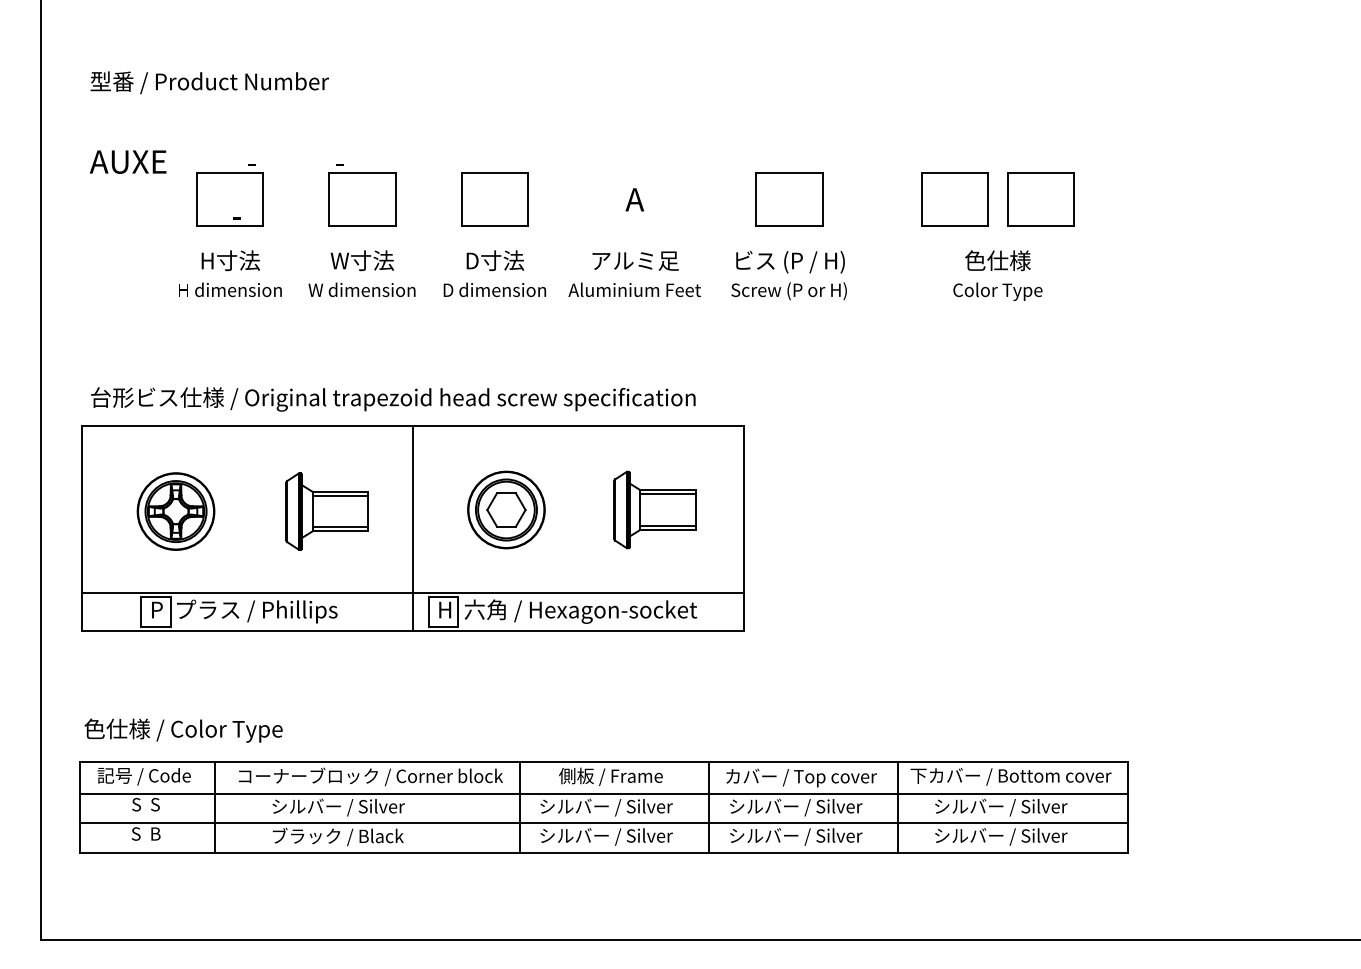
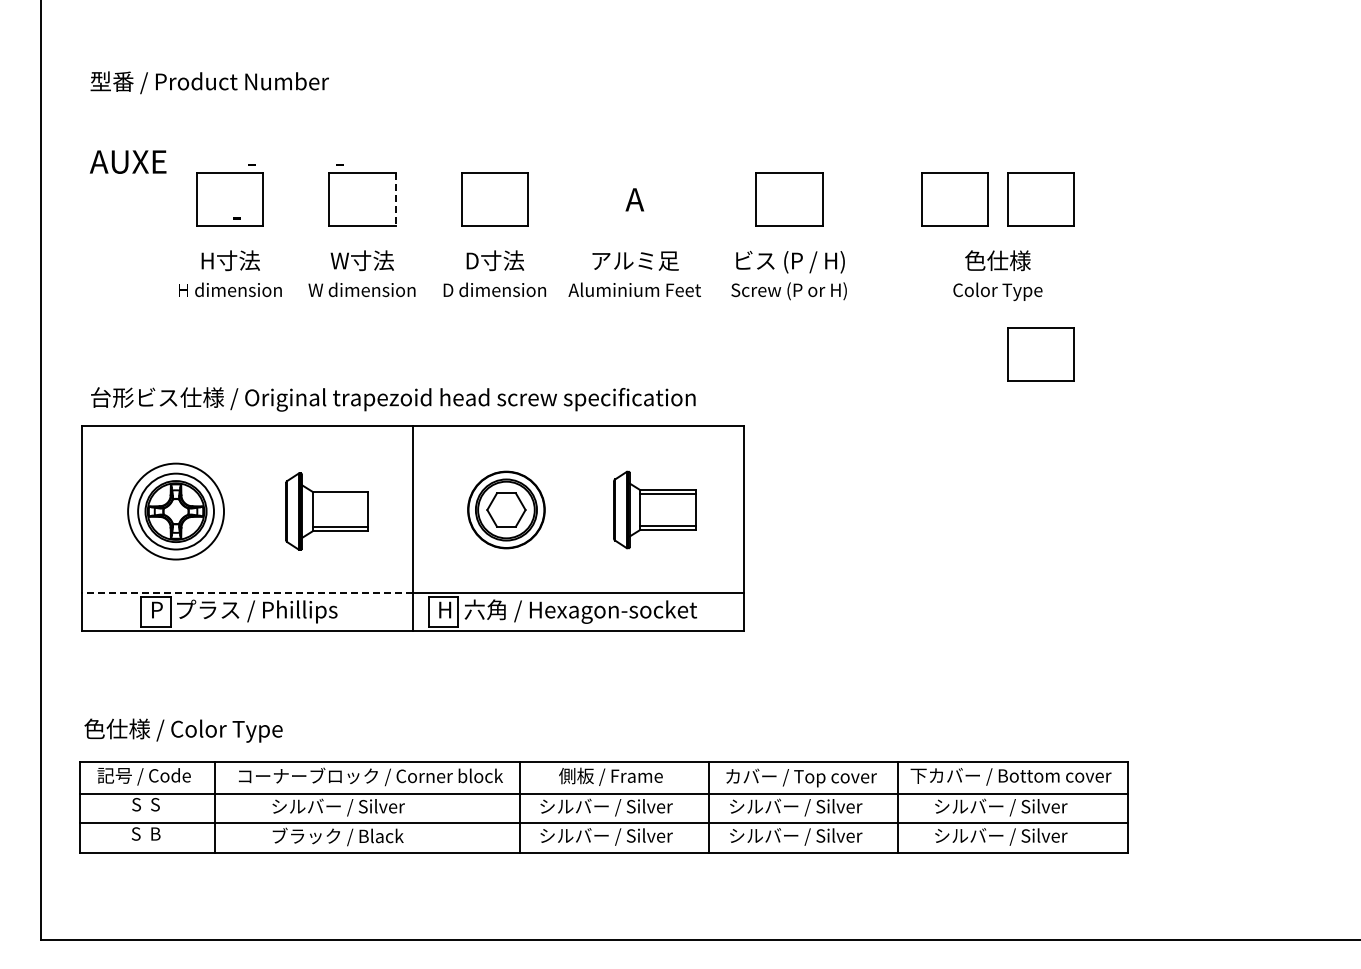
line at (395, 200): solid -> dashed
part at (1040, 354): none -> present
line at (340, 495): present -> none
circle at (175, 511) diameter: 77 px -> 96 px
line at (247, 593): solid -> dashed
